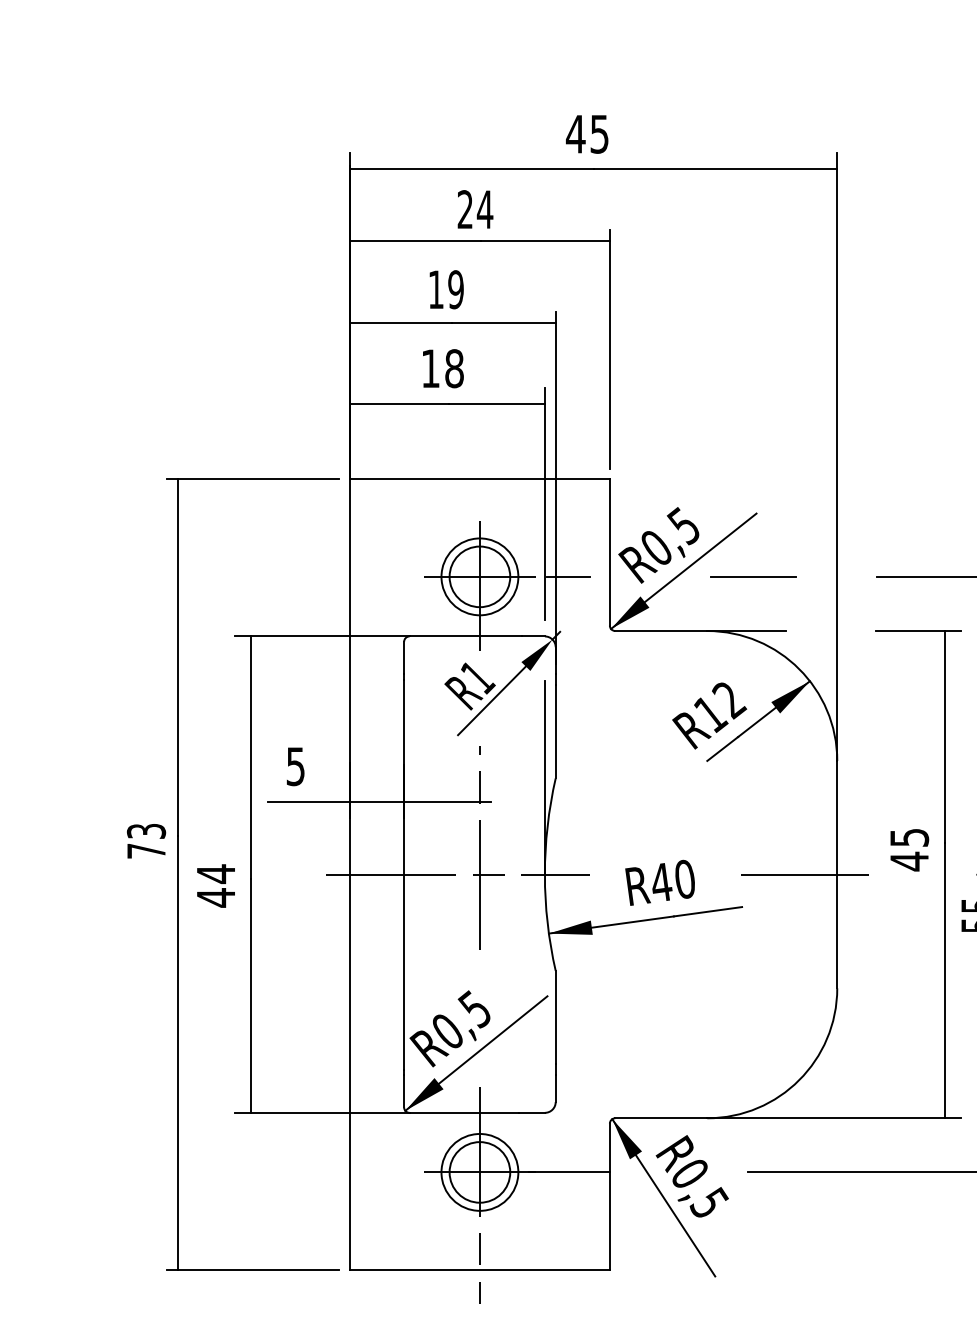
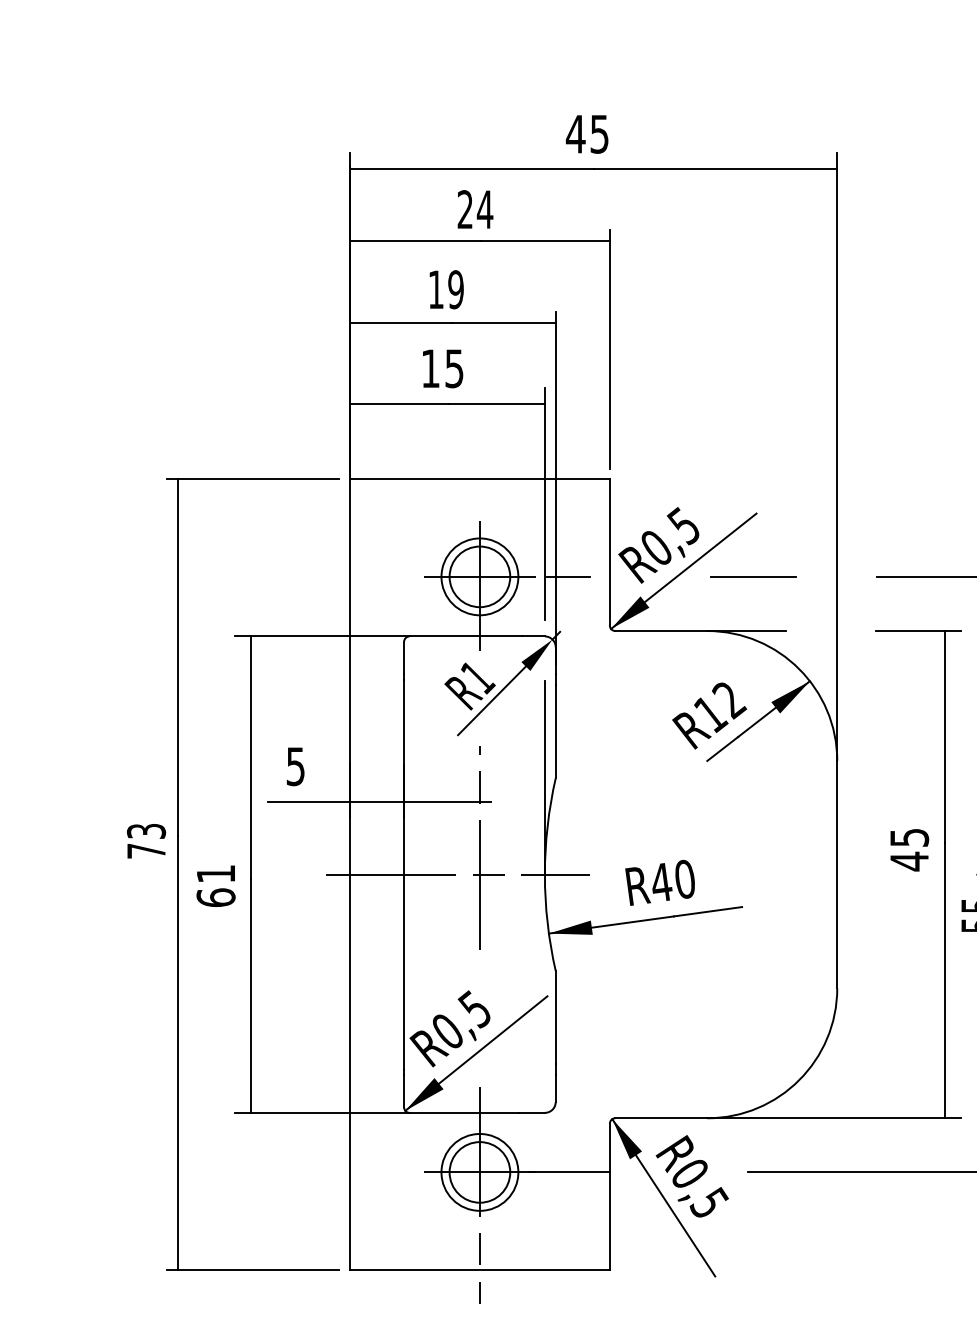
text at (454, 368): 18 -> 15
line at (805, 874): present -> none
text at (215, 885): 44 -> 61
